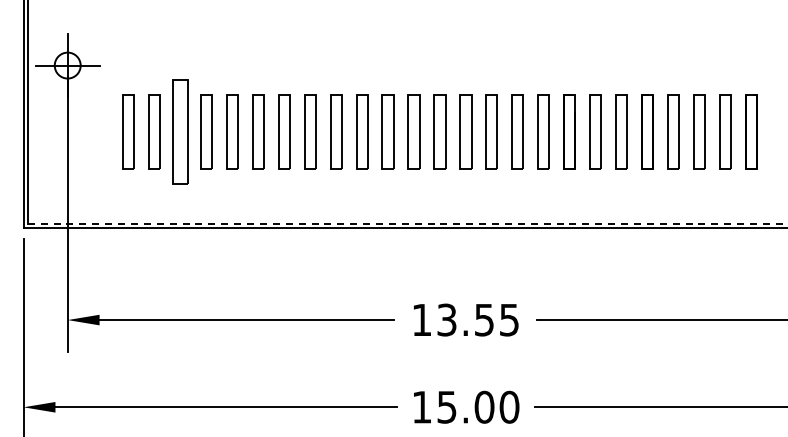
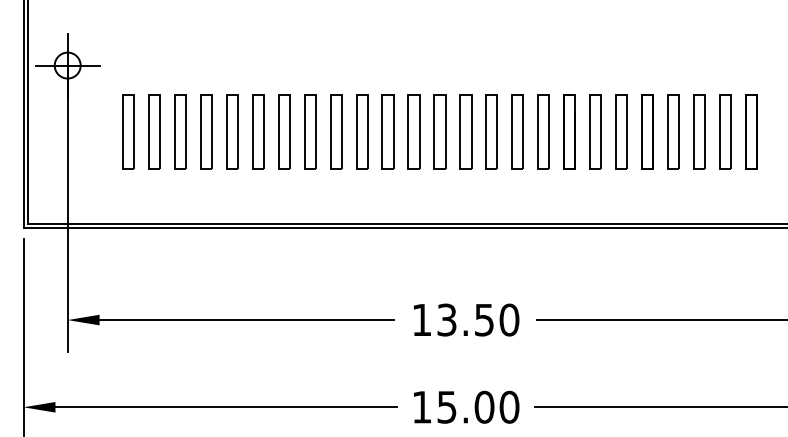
part at (180, 131) size: 17x106 px -> 13x76 px
line at (407, 223): dashed -> solid
text at (509, 319): 13.55 -> 13.50
